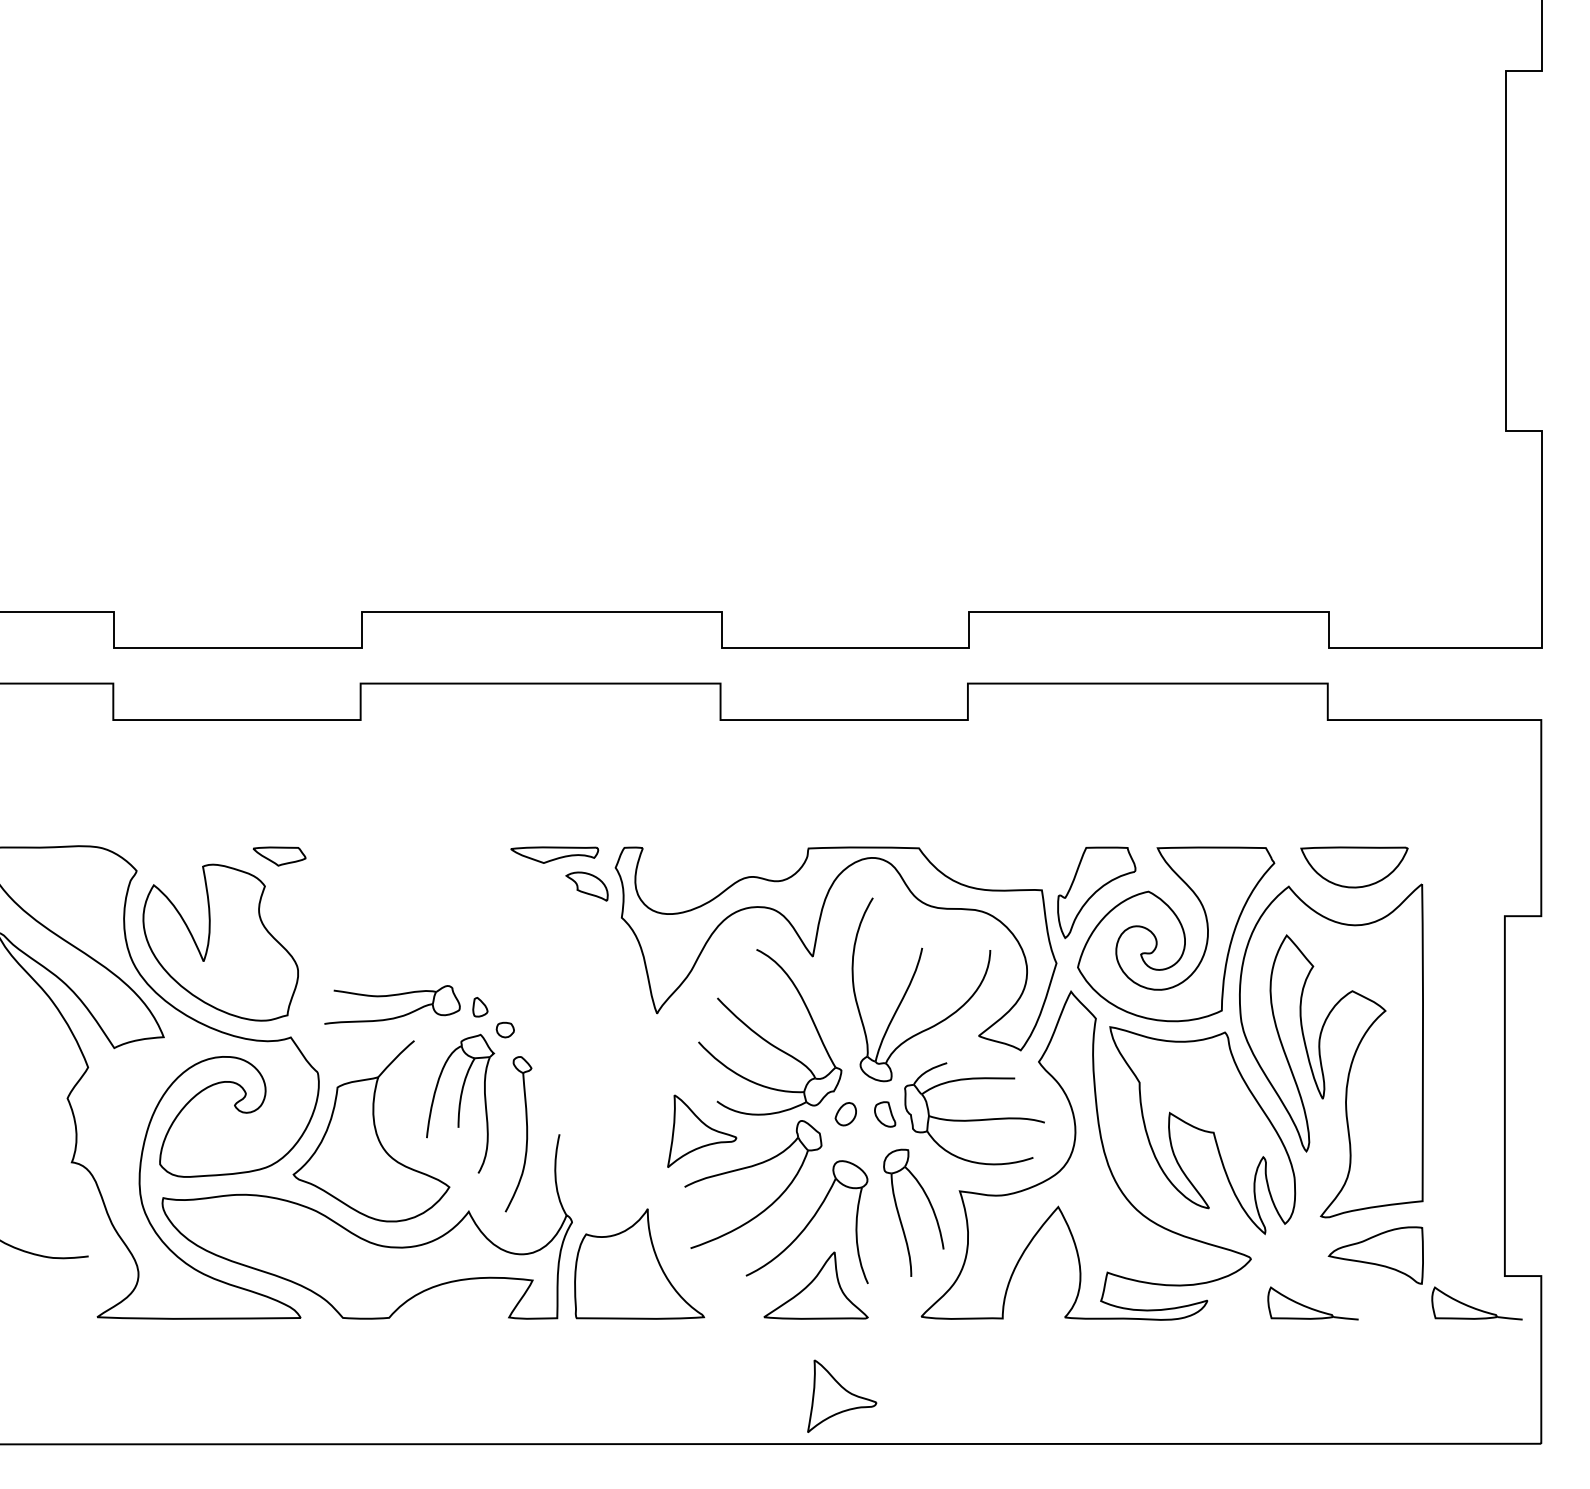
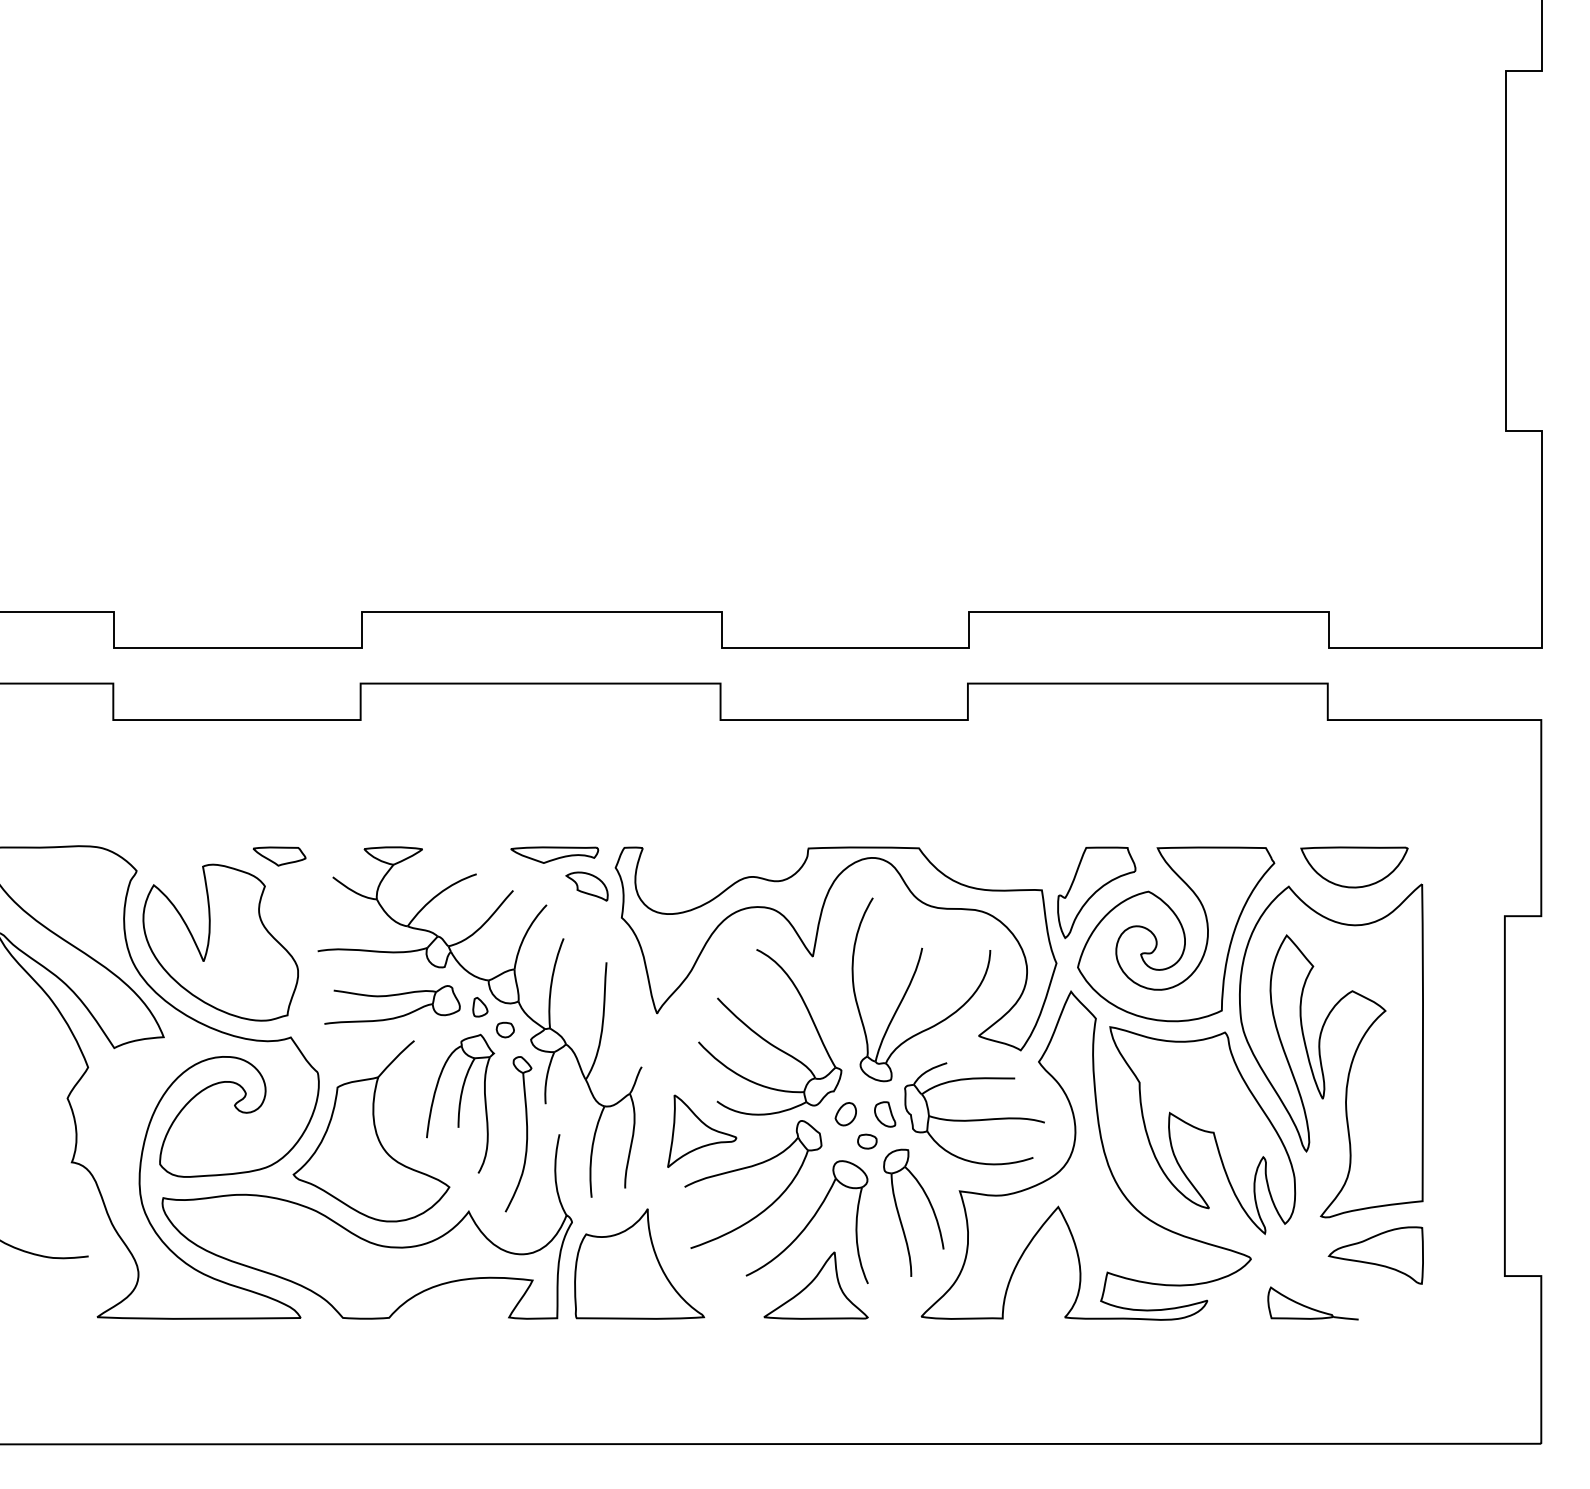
part at (497, 1000): none -> present
curve at (870, 1136): none -> present
part at (1476, 1303): present -> none
curve at (845, 1391): present -> none
